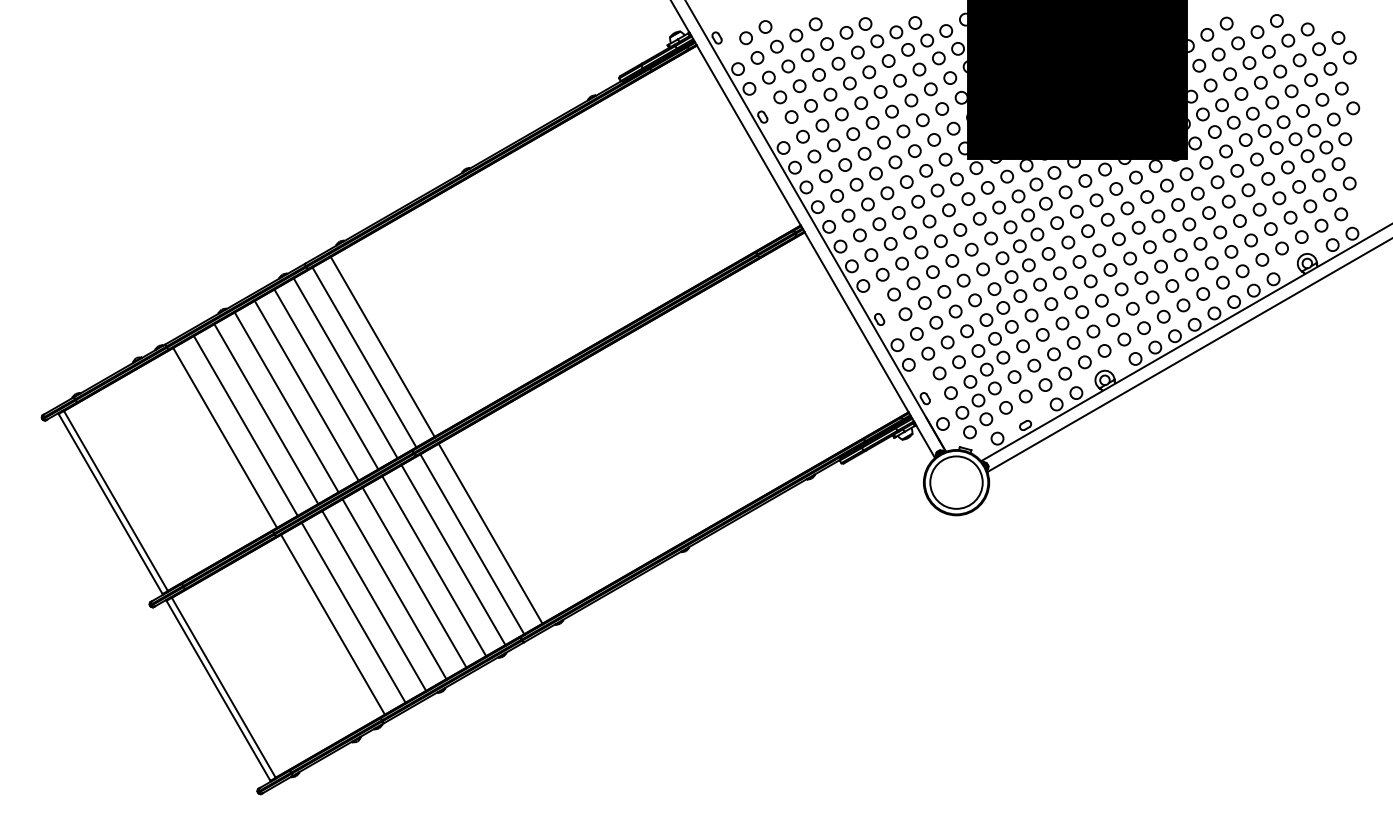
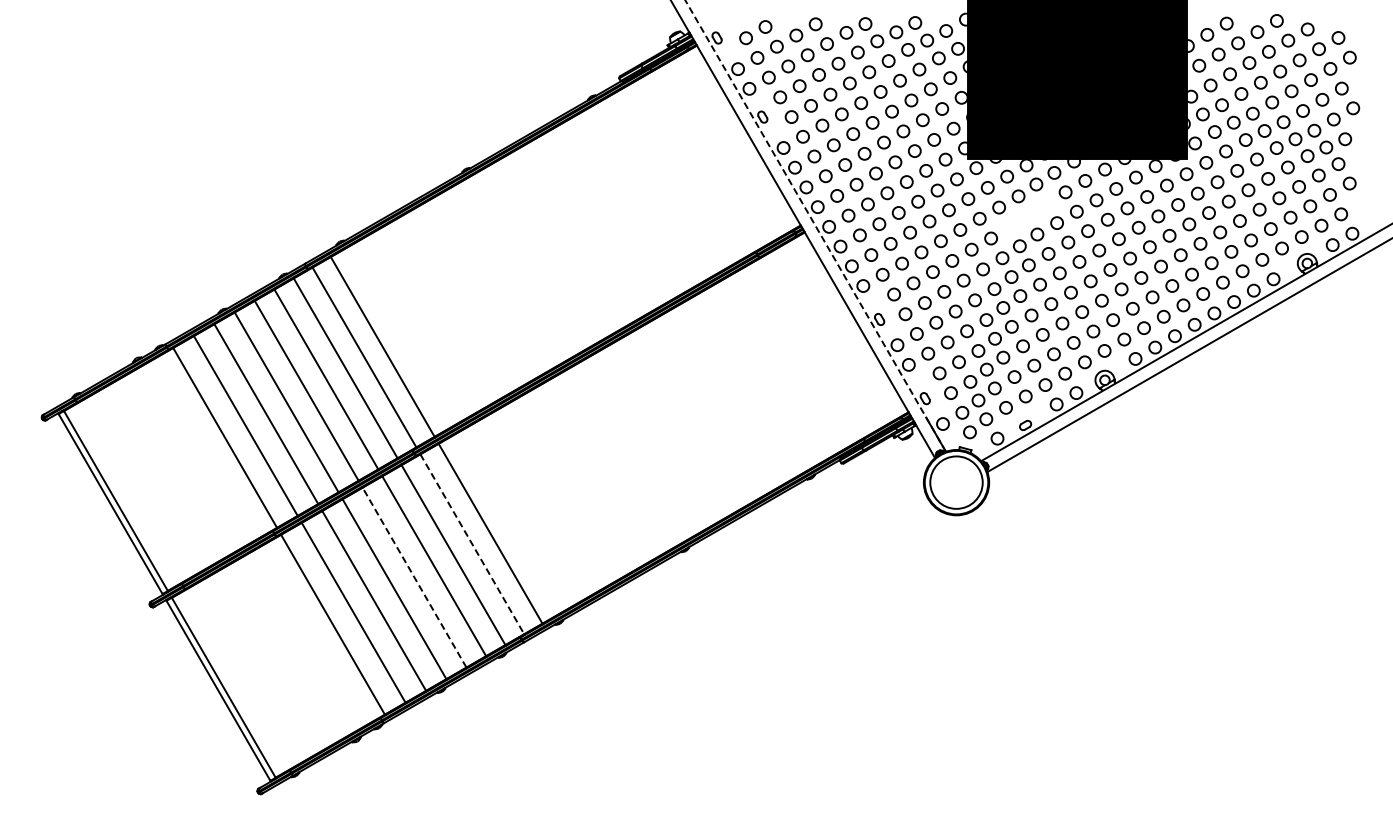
part at (1027, 215): present -> none
line at (815, 225): solid -> dashed
line at (472, 544): solid -> dashed
line at (414, 577): solid -> dashed
